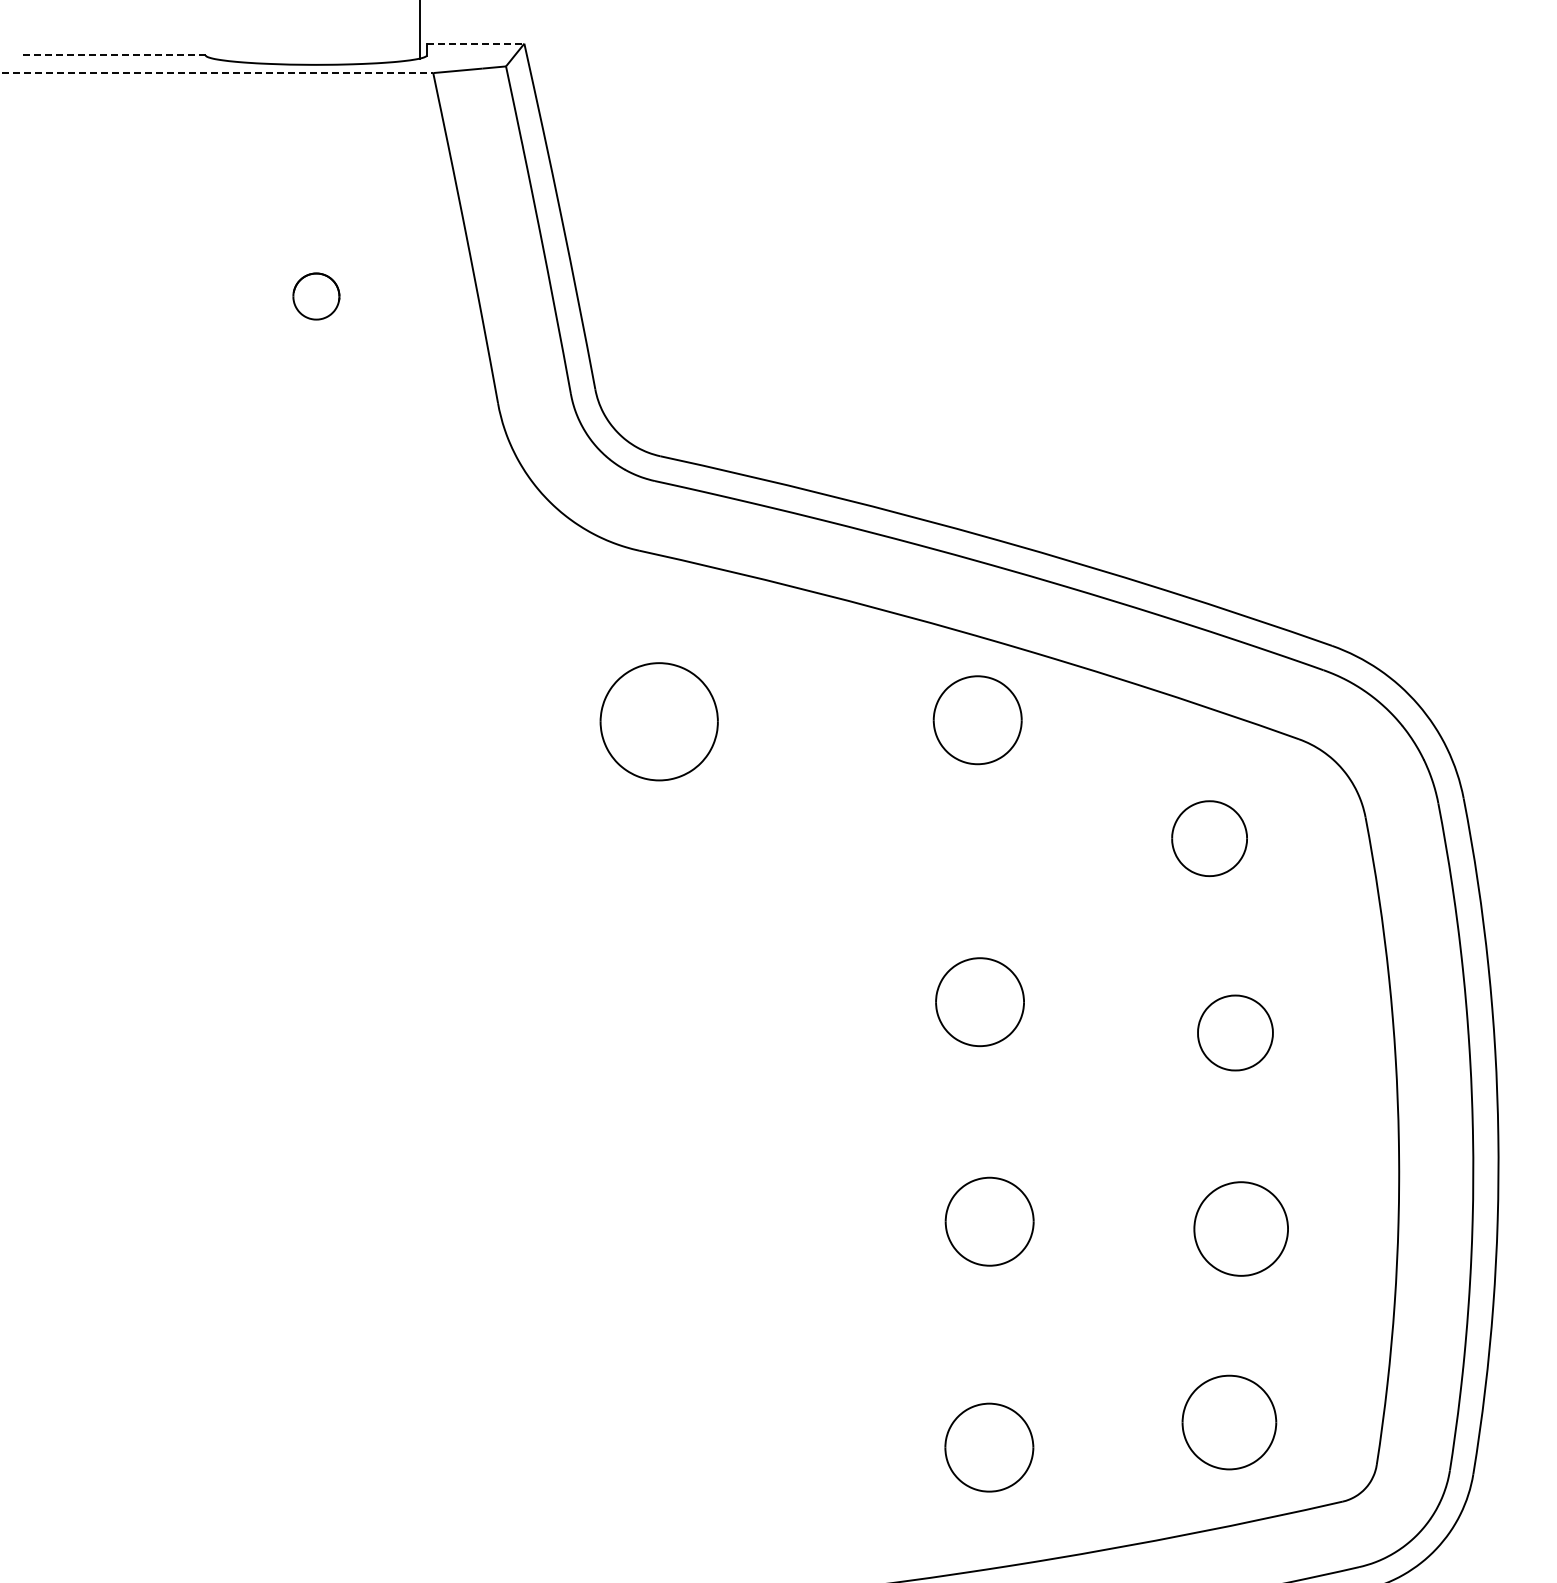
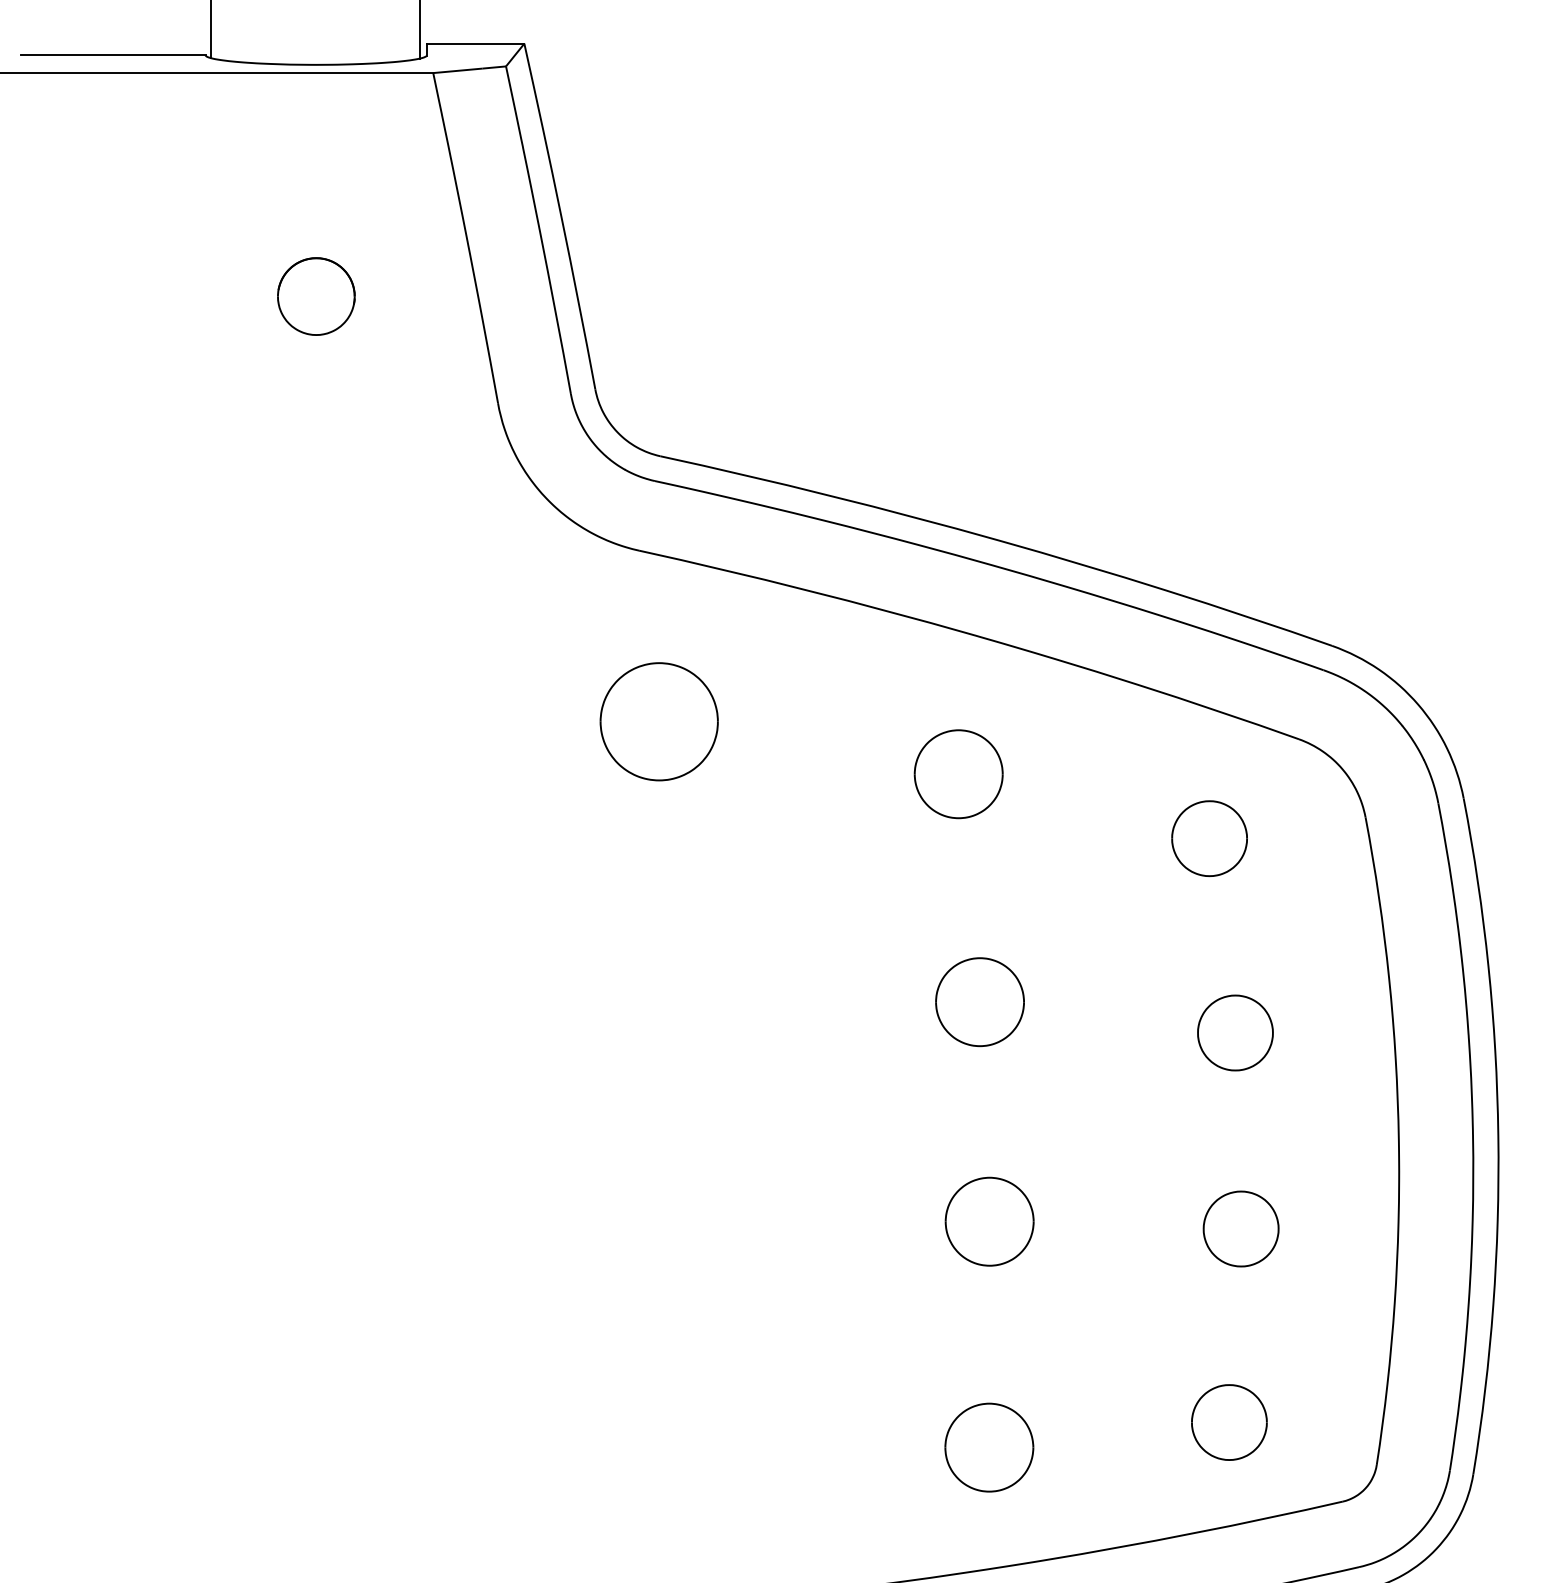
line at (211, 30): none -> present
line at (475, 43): dashed -> solid
line at (112, 55): dashed -> solid
line at (217, 73): dashed -> solid
part at (316, 296) size: 49x49 px -> 79x79 px
part at (977, 720) position: (977, 720) -> (958, 774)
part at (1240, 1228) size: 96x96 px -> 78x78 px
part at (1229, 1422) size: 97x97 px -> 77x77 px
